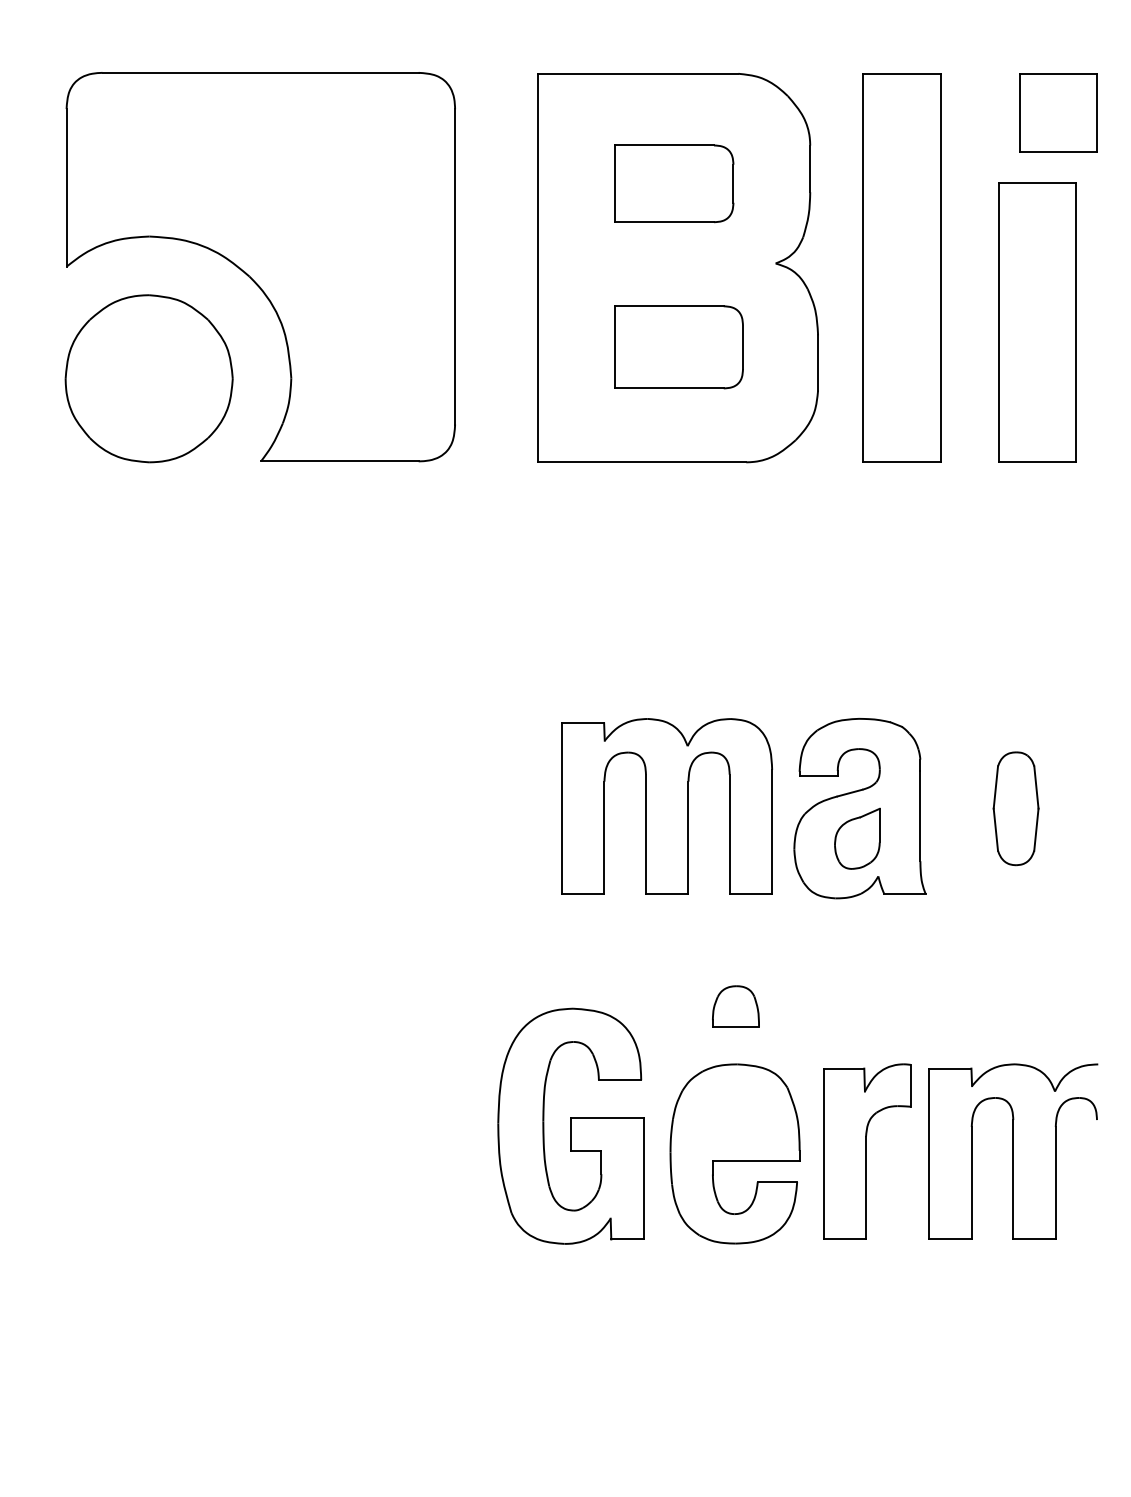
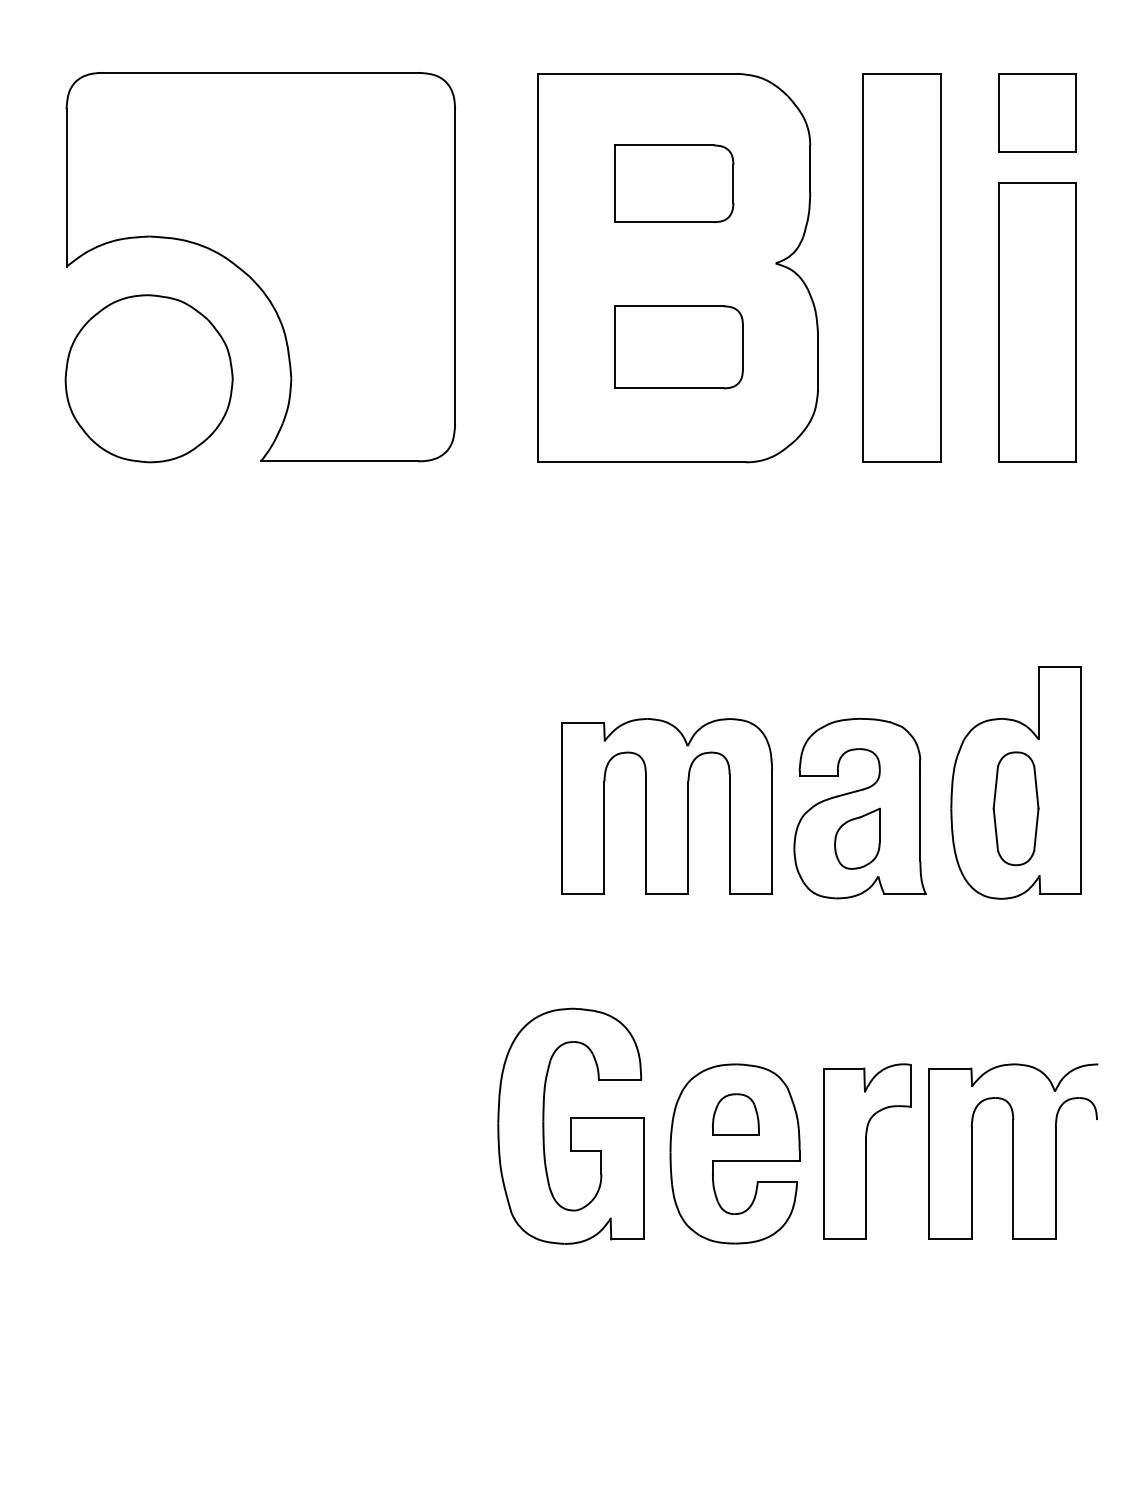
part at (1058, 112) position: (1058, 112) -> (1037, 112)
part at (1015, 782): none -> present
part at (735, 1006) position: (735, 1006) -> (735, 1114)
